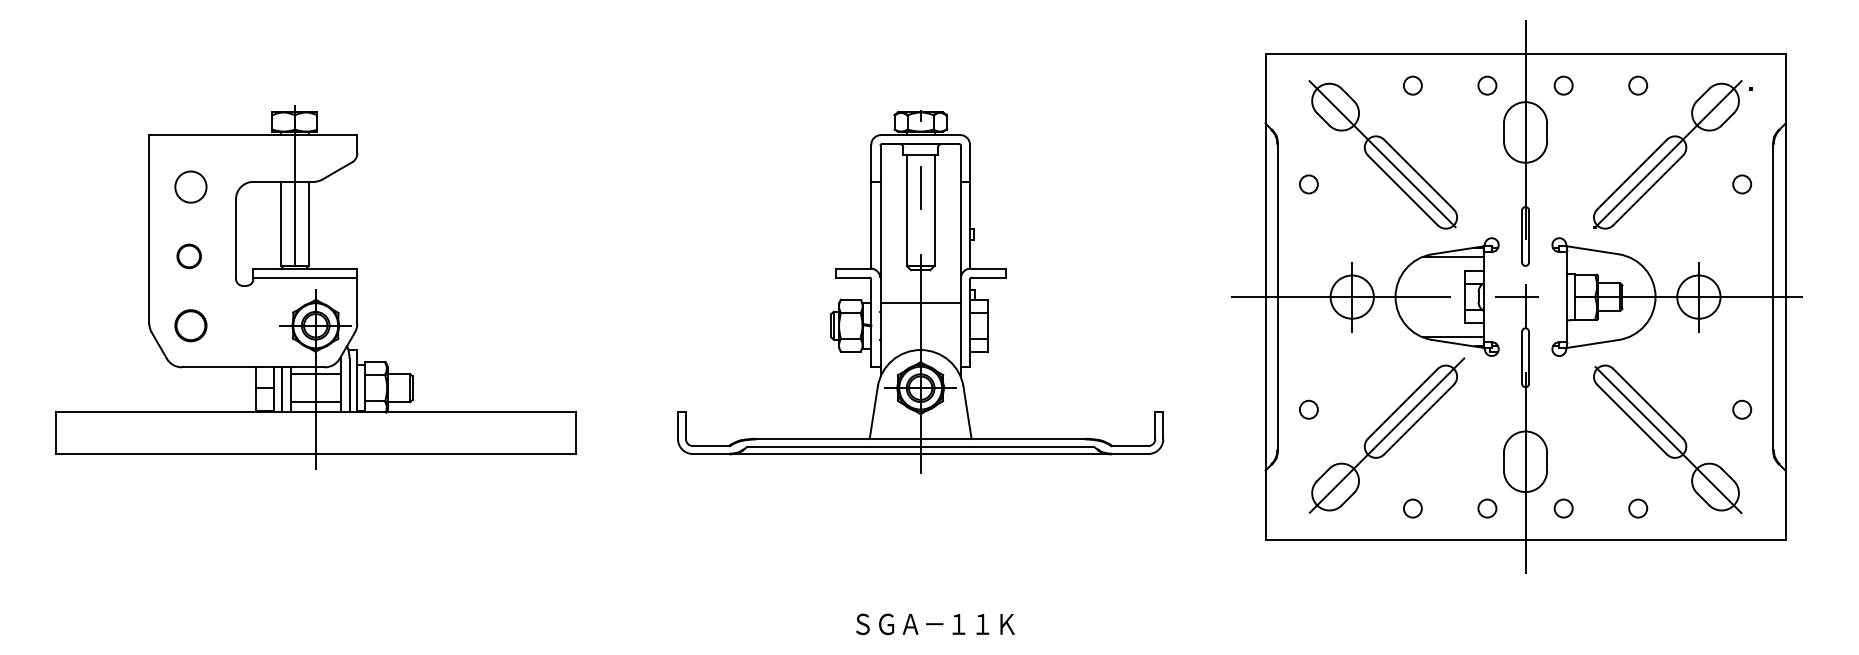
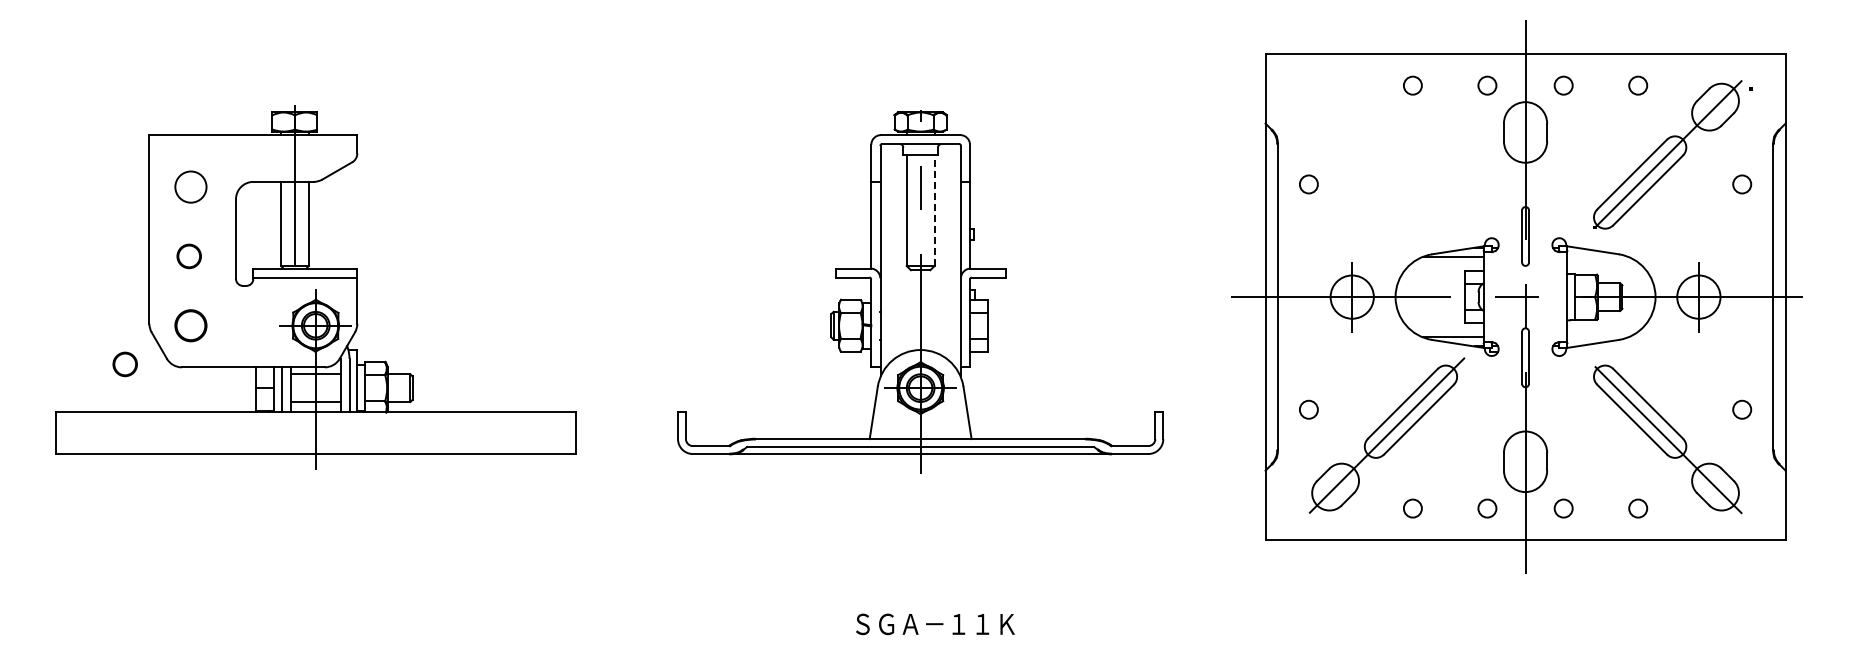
part at (1382, 154): present -> none
line at (934, 210): solid -> dashed
line at (920, 302): present -> none
part at (124, 364): none -> present
